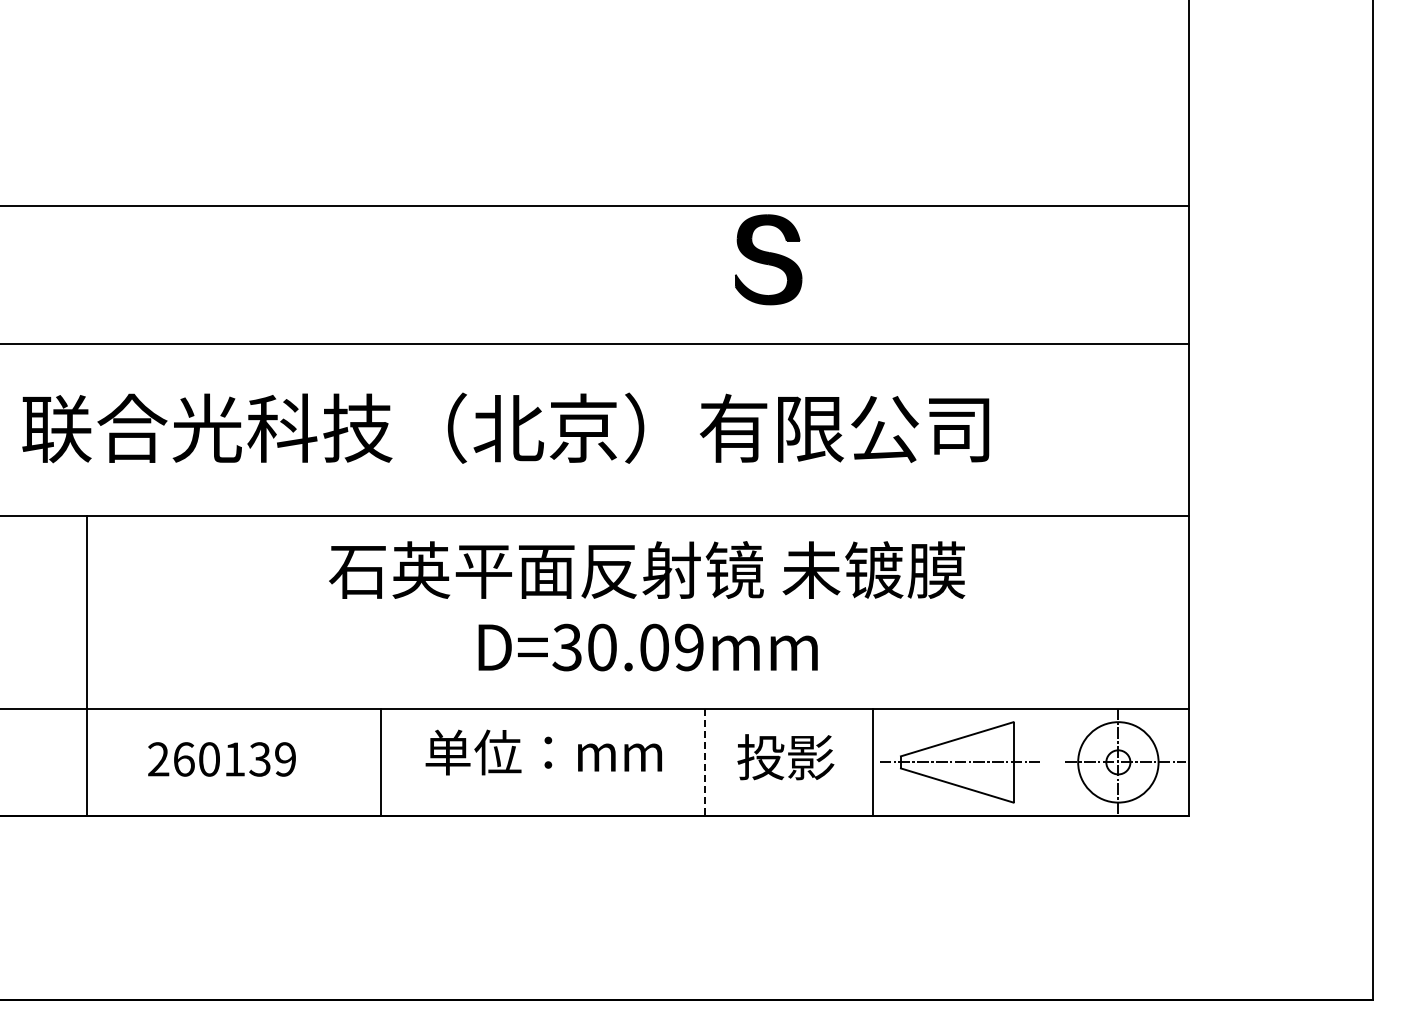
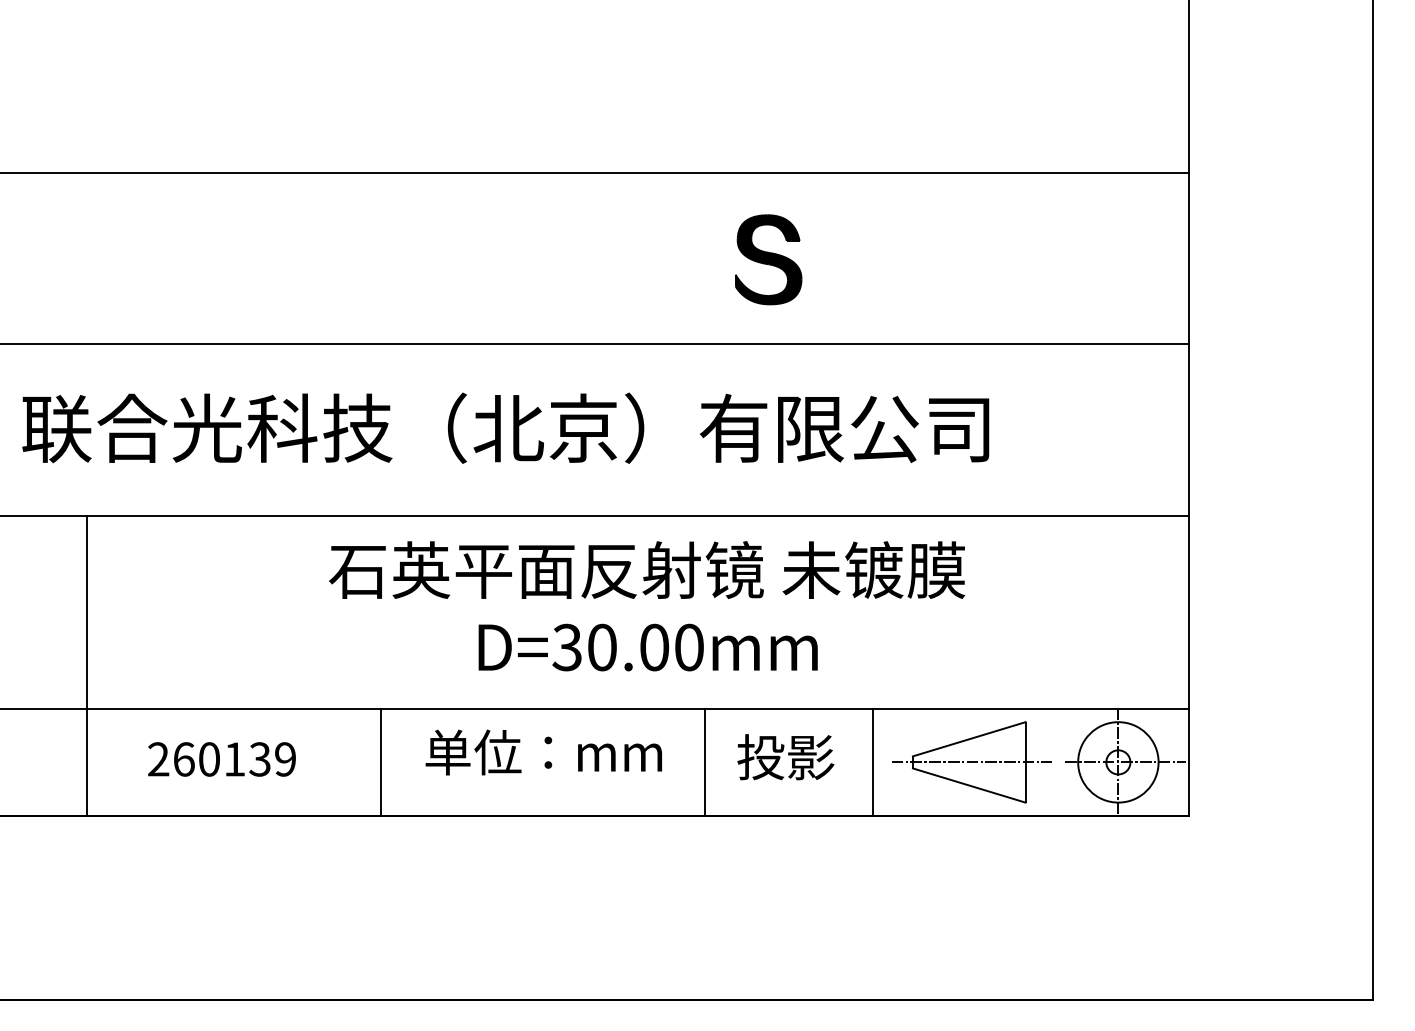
line at (595, 205) position: (595, 205) -> (595, 172)
text at (689, 647): ^JD=30.09mm -> ^JD=30.00mm
line at (704, 762): dashed -> solid
part at (959, 762) position: (959, 762) -> (971, 762)
